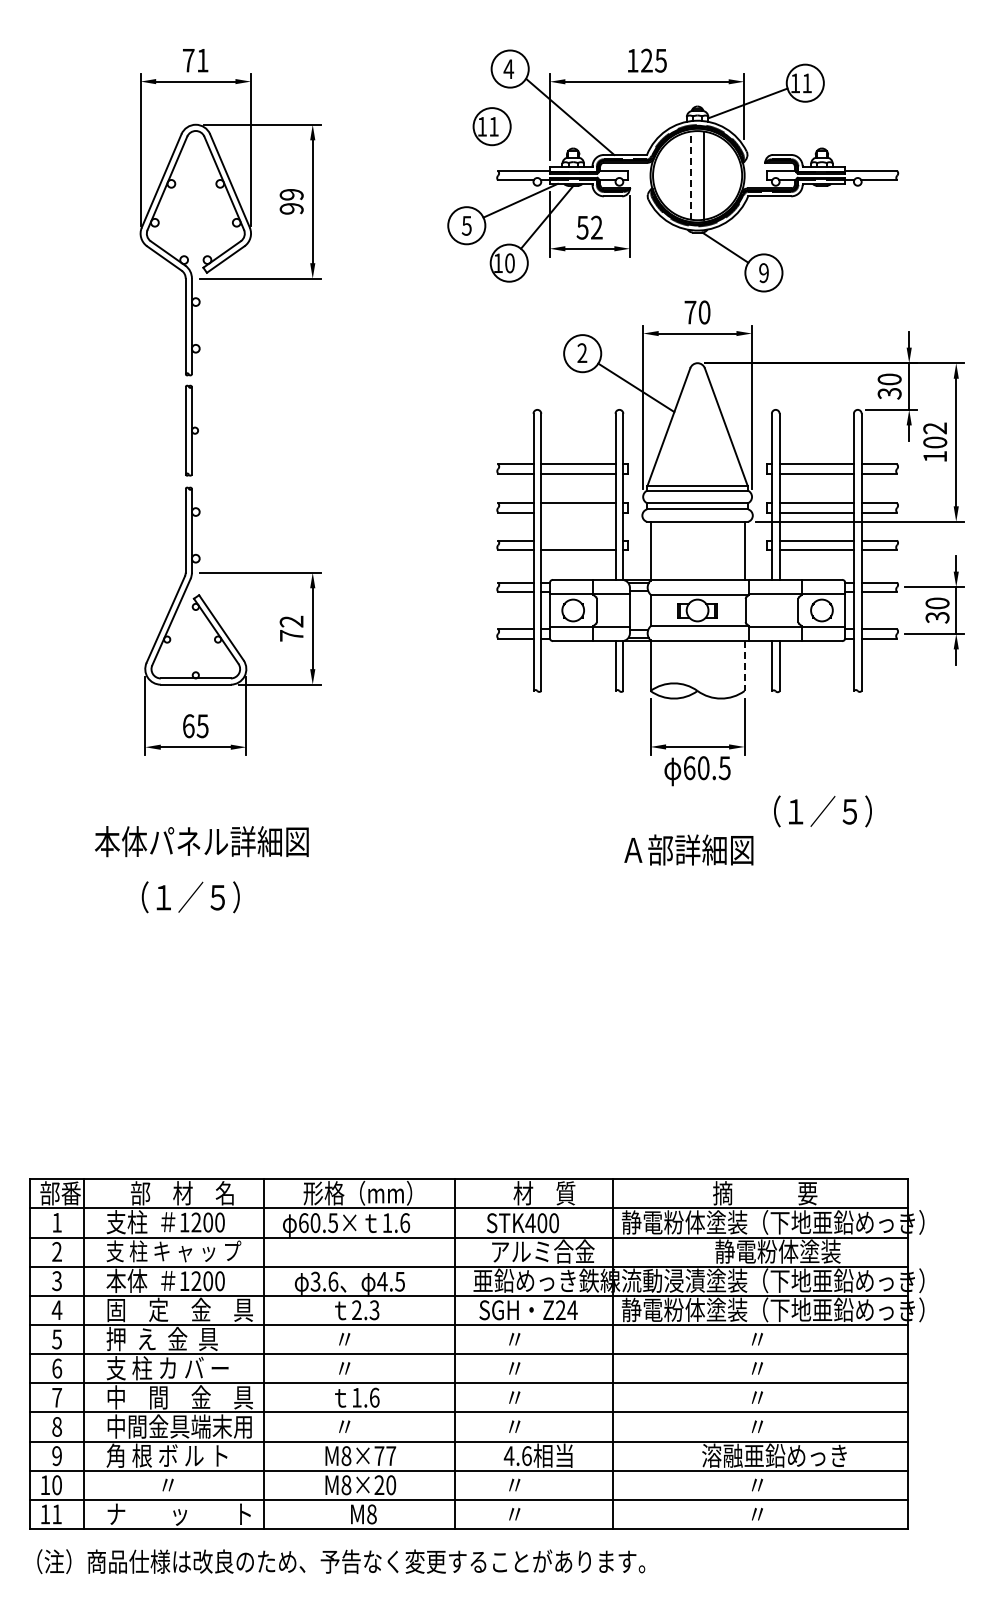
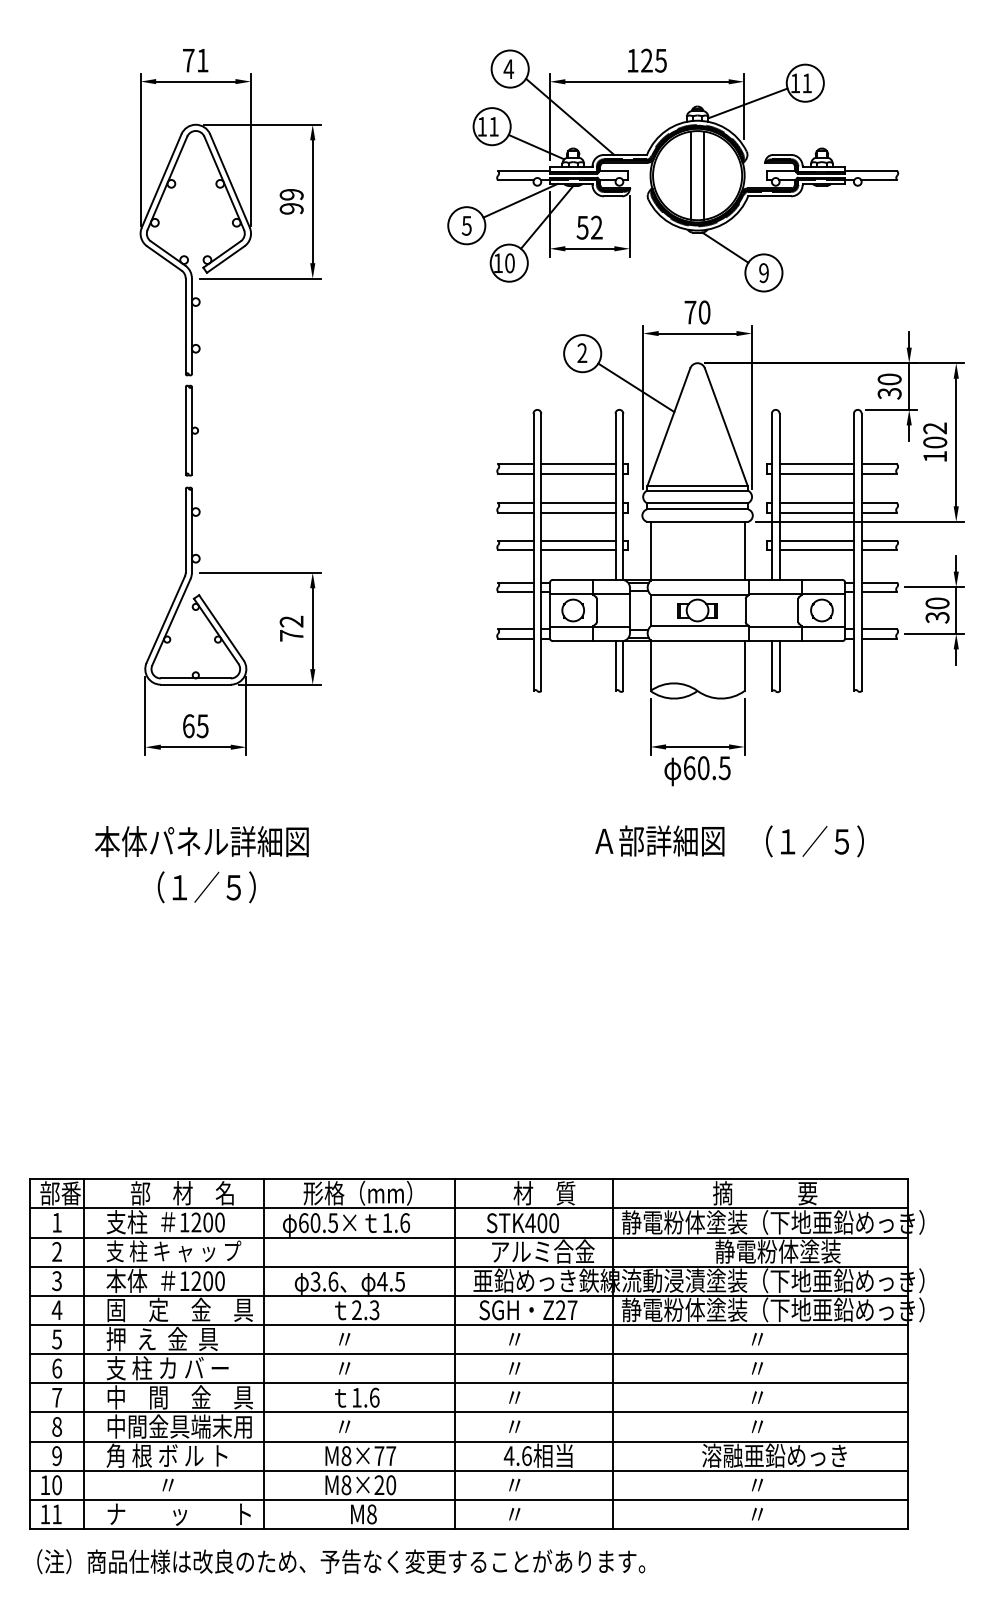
line at (536, 146): none -> present
line at (691, 175): dashed -> solid
line at (578, 512): none -> present
line at (578, 540): none -> present
line at (744, 666): dashed -> solid
text at (822, 811) position: (822, 811) -> (814, 841)
text at (688, 849) position: (688, 849) -> (659, 840)
text at (190, 897) position: (190, 897) -> (206, 887)
text at (572, 1309): Z24 -> Z27
